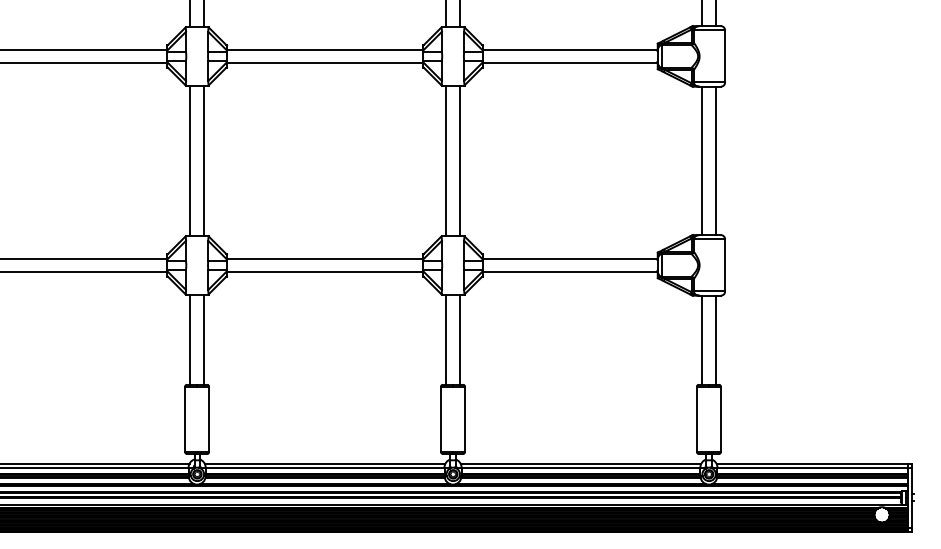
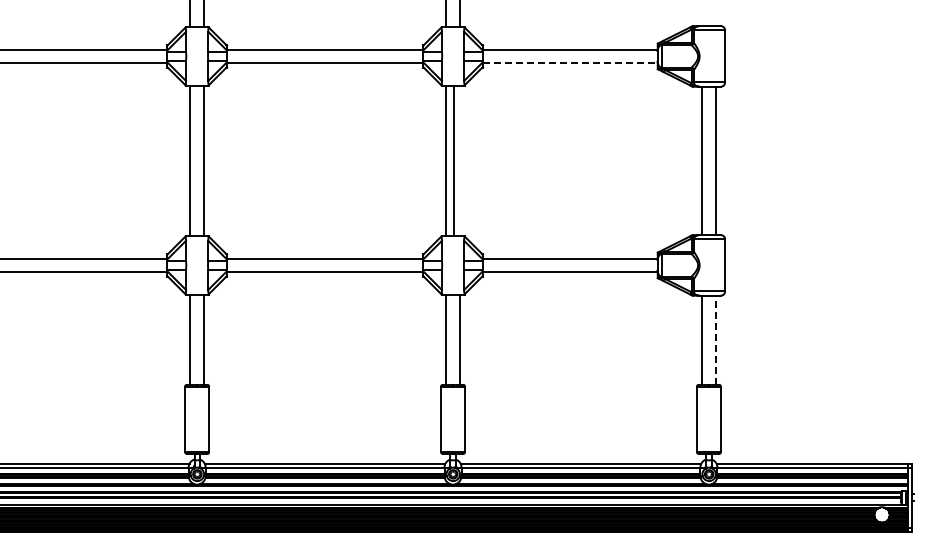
line at (702, 14): present -> none
line at (715, 14): present -> none
line at (570, 63): solid -> dashed
line at (459, 160) position: (459, 160) -> (453, 160)
line at (715, 340): solid -> dashed
